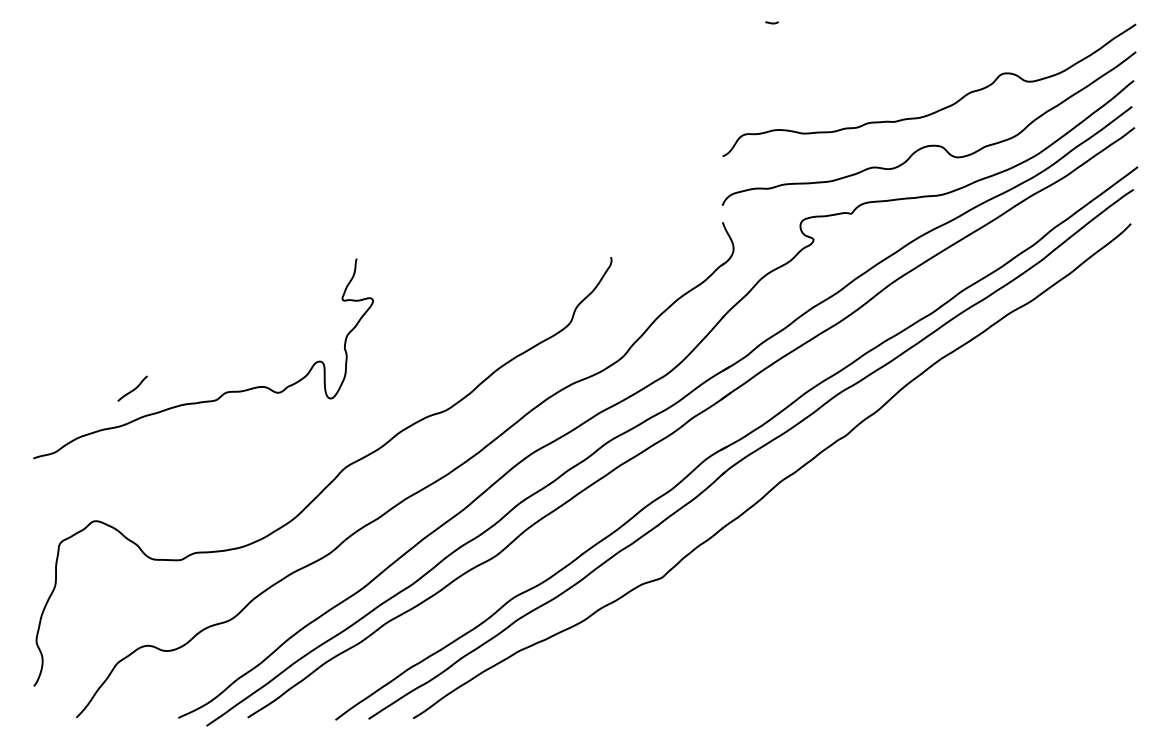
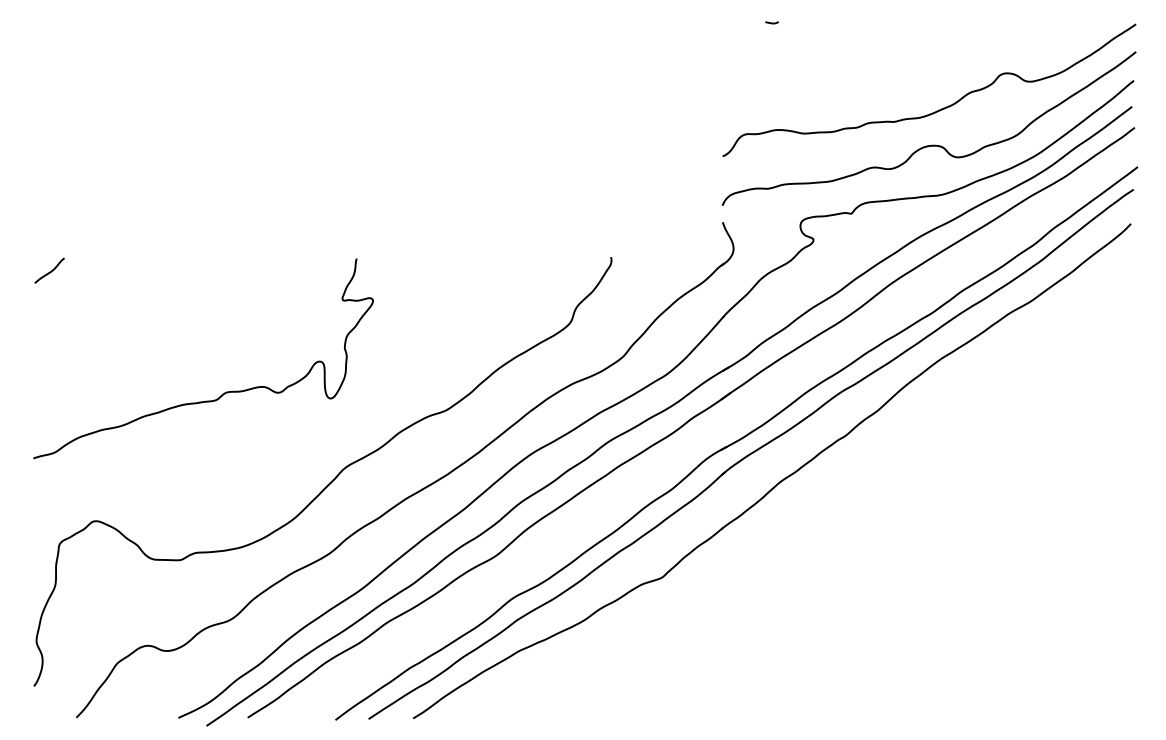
curve at (132, 389) position: (132, 389) -> (49, 271)
